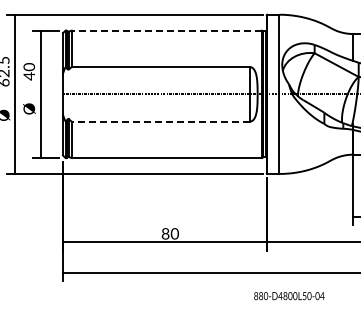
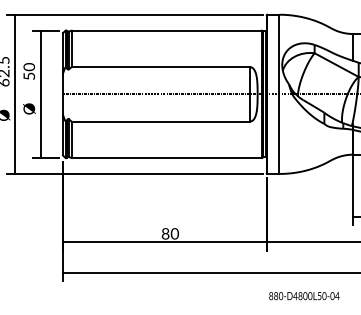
line at (166, 30): dashed -> solid
text at (29, 76): 40 -> 50
line at (160, 121): dashed -> solid
text at (289, 296) position: (289, 296) -> (304, 296)
